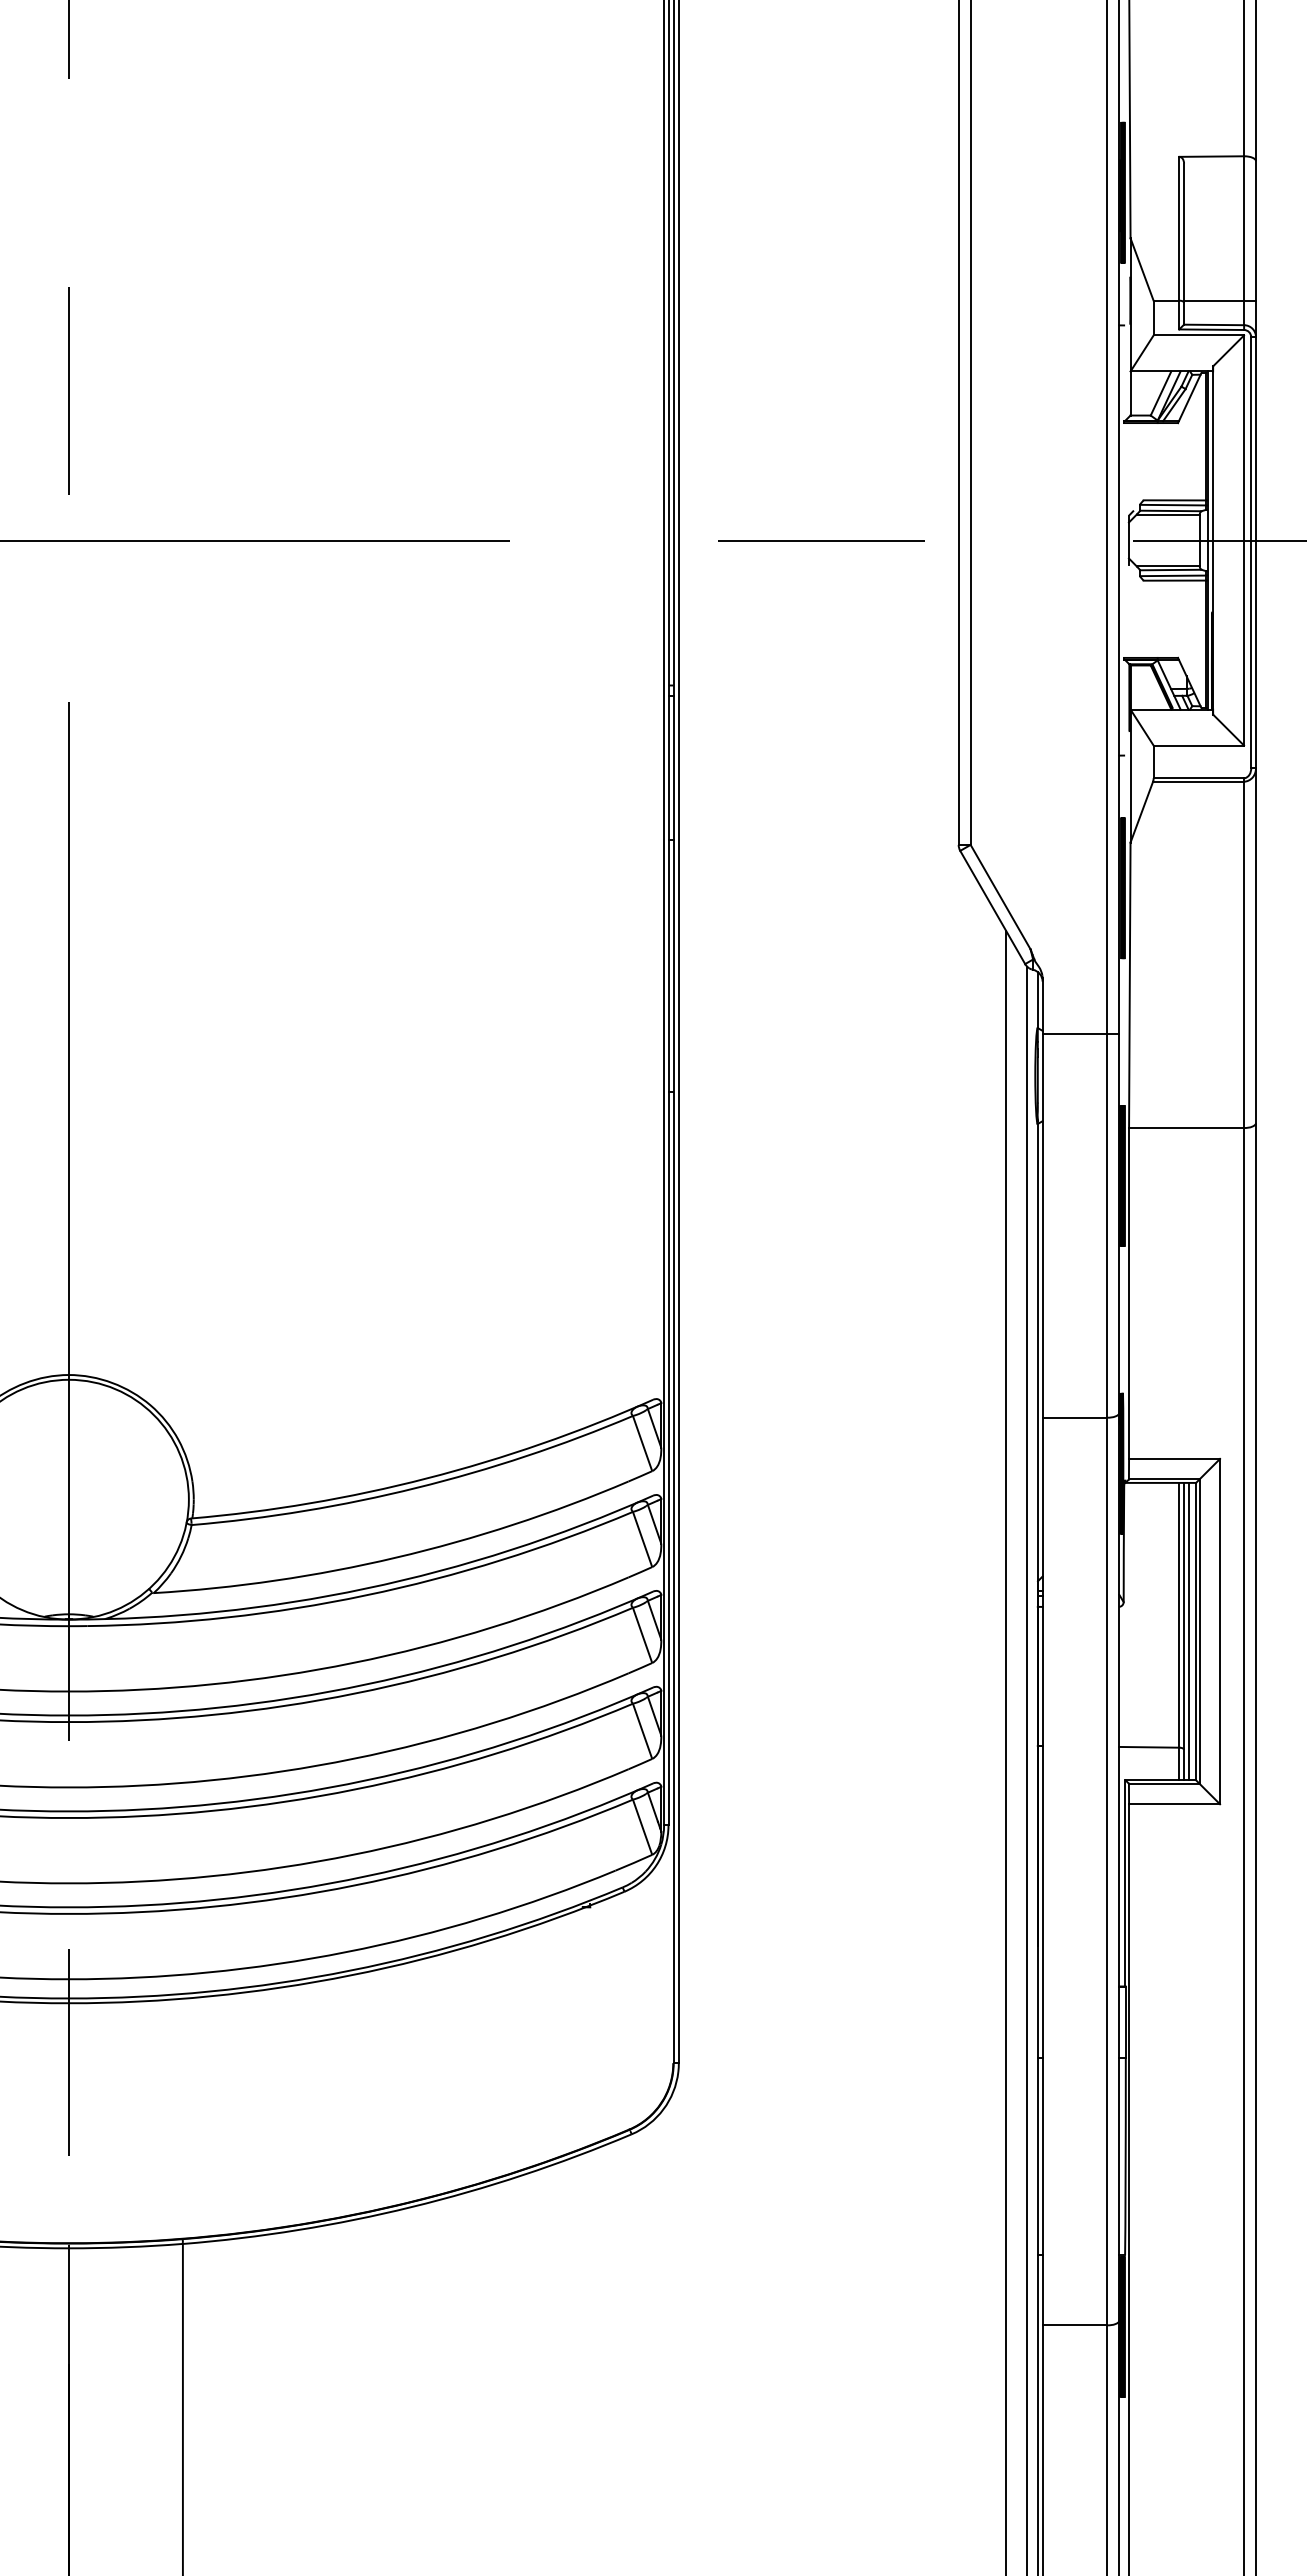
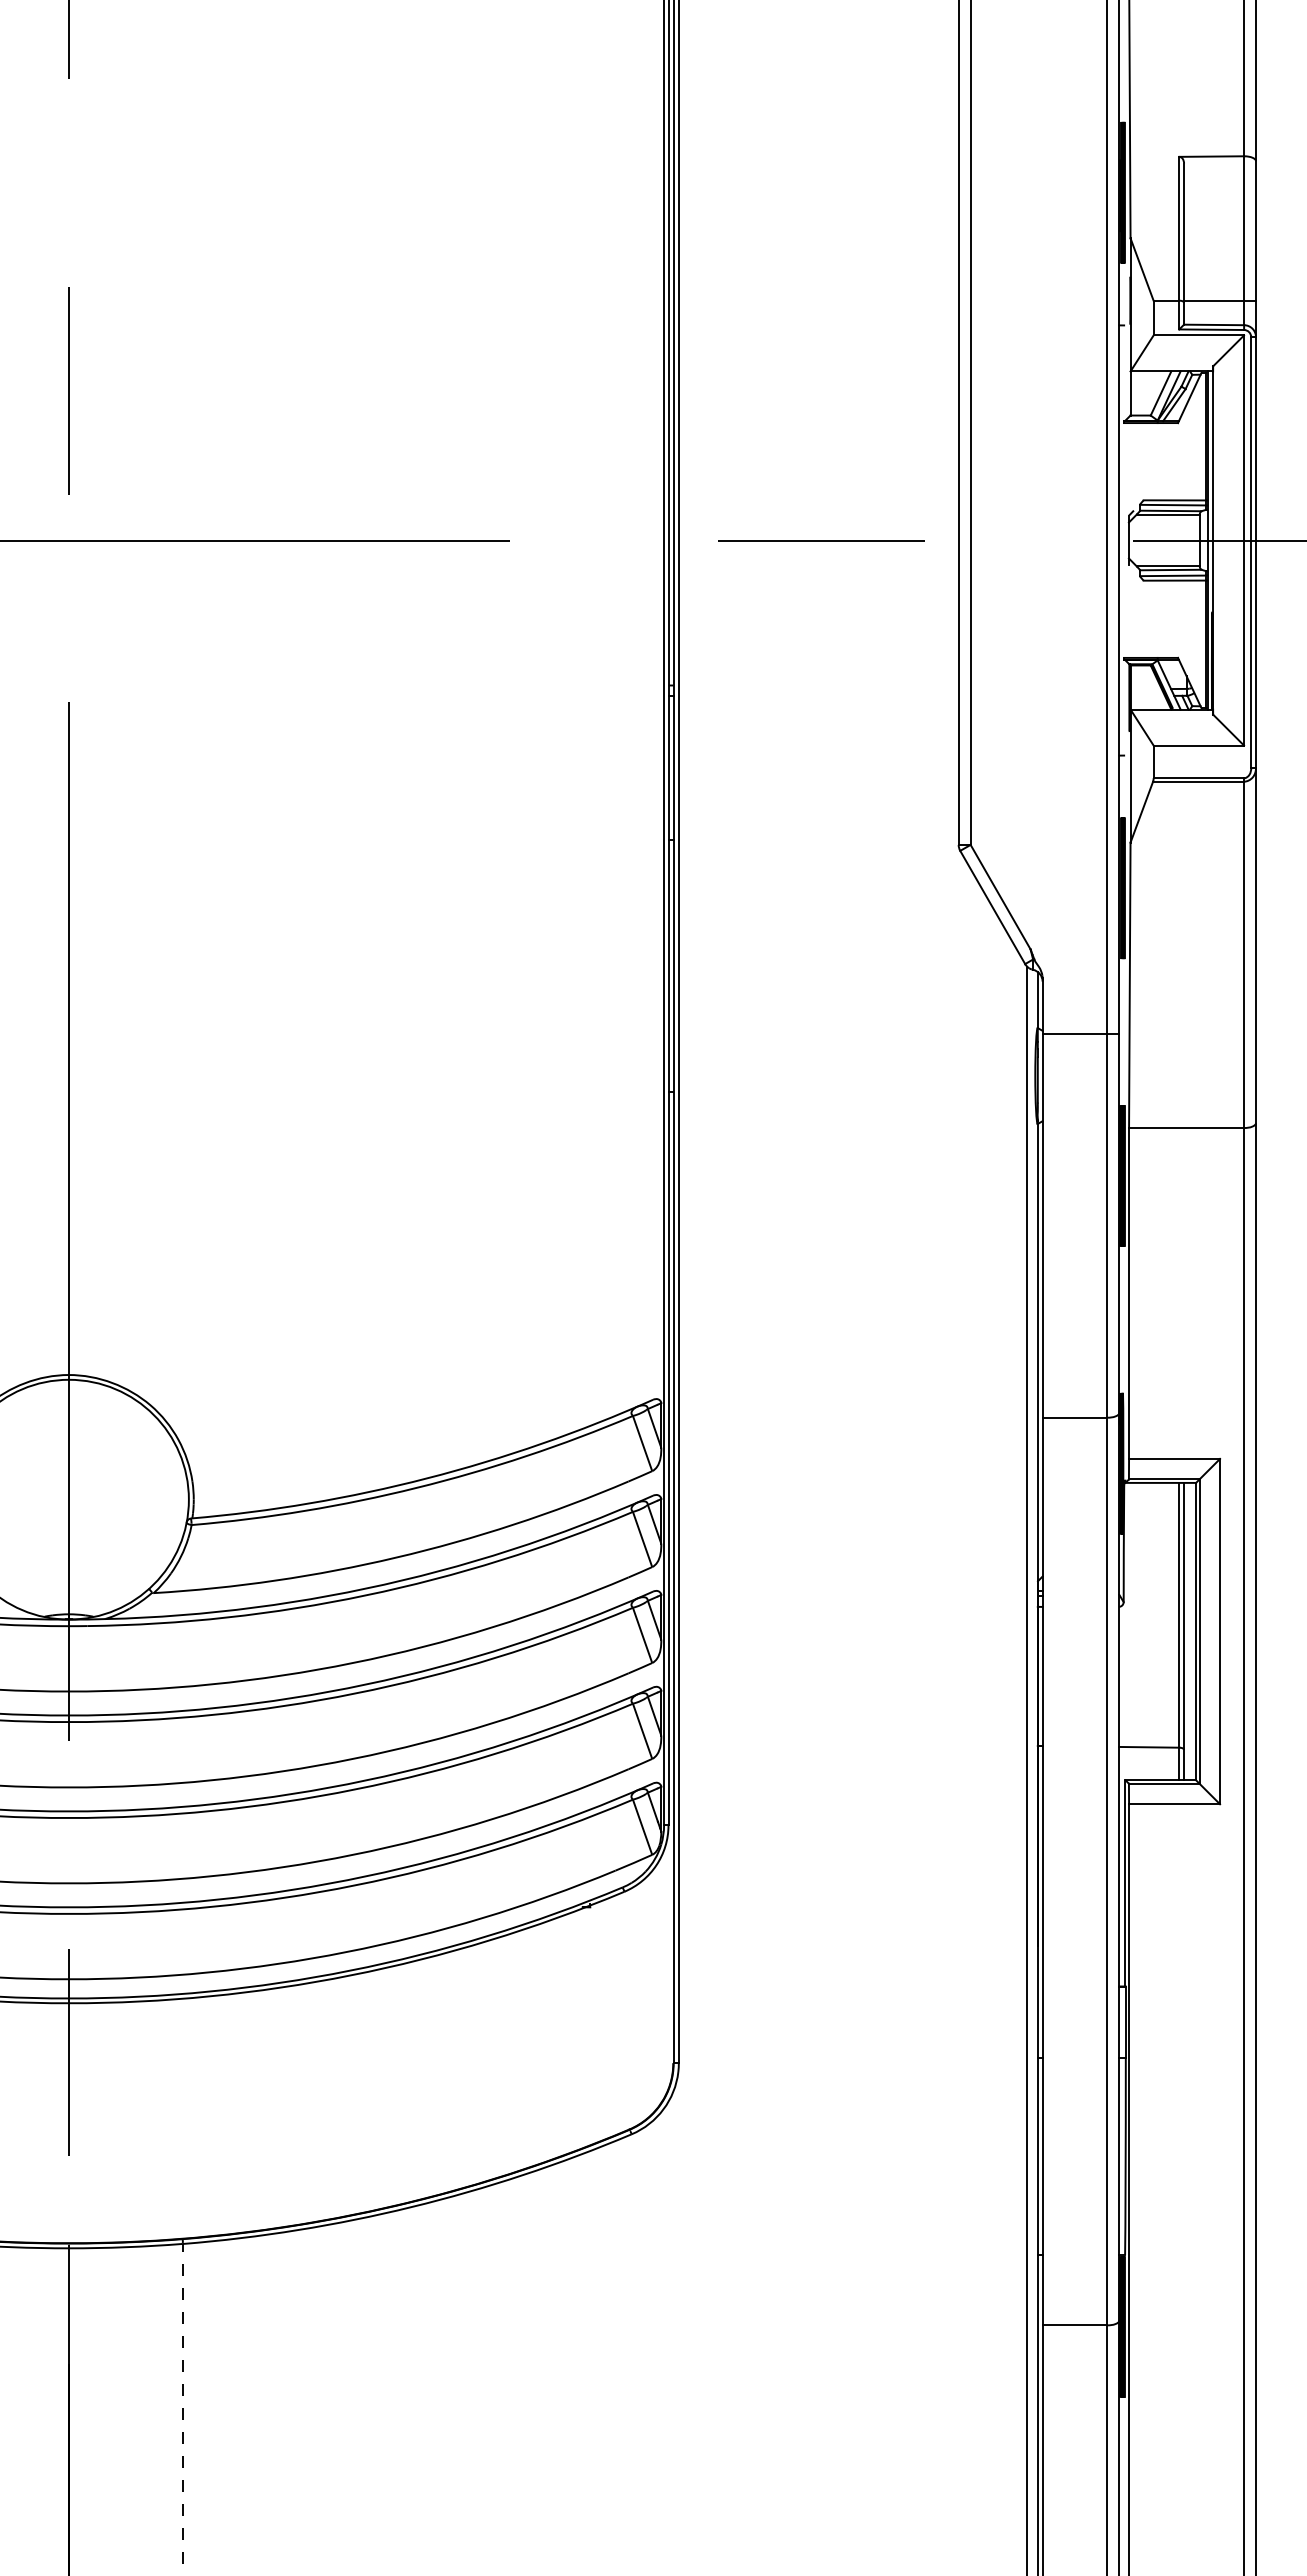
line at (1188, 1631): present -> none
line at (1006, 1751): present -> none
line at (182, 2409): solid -> dashed
